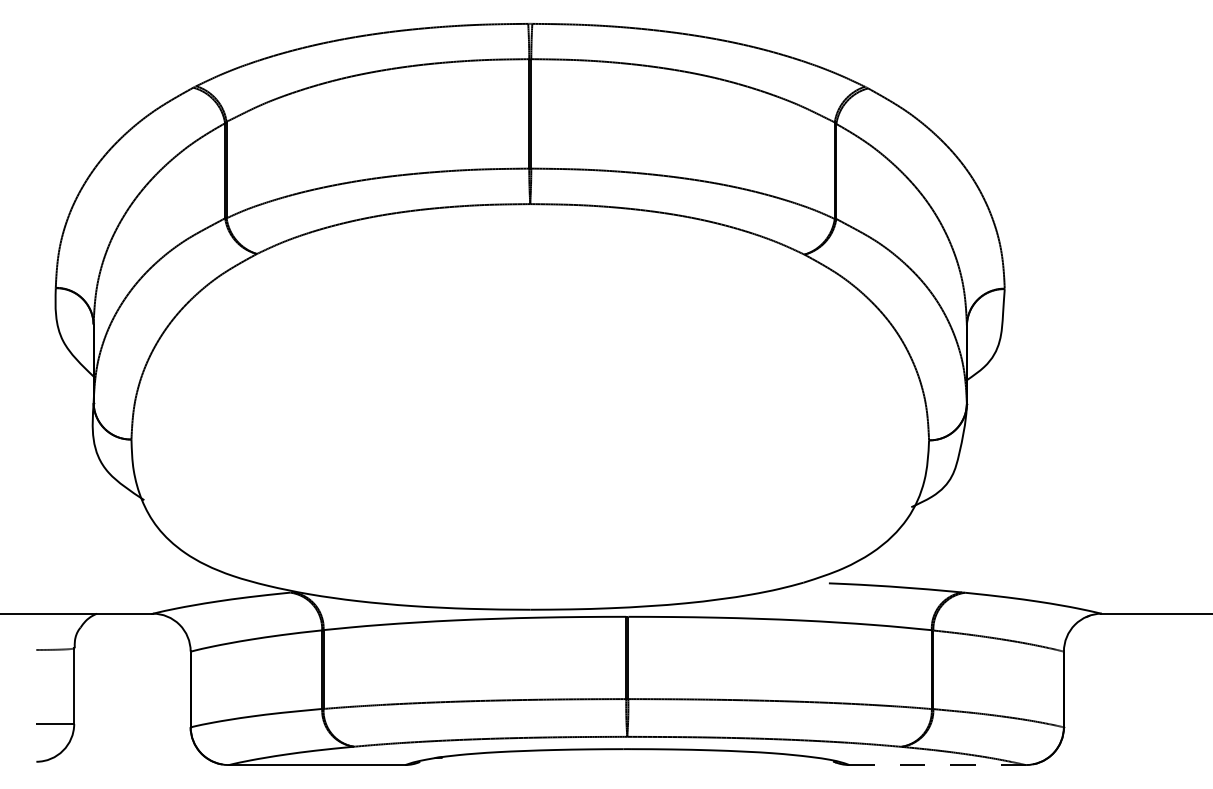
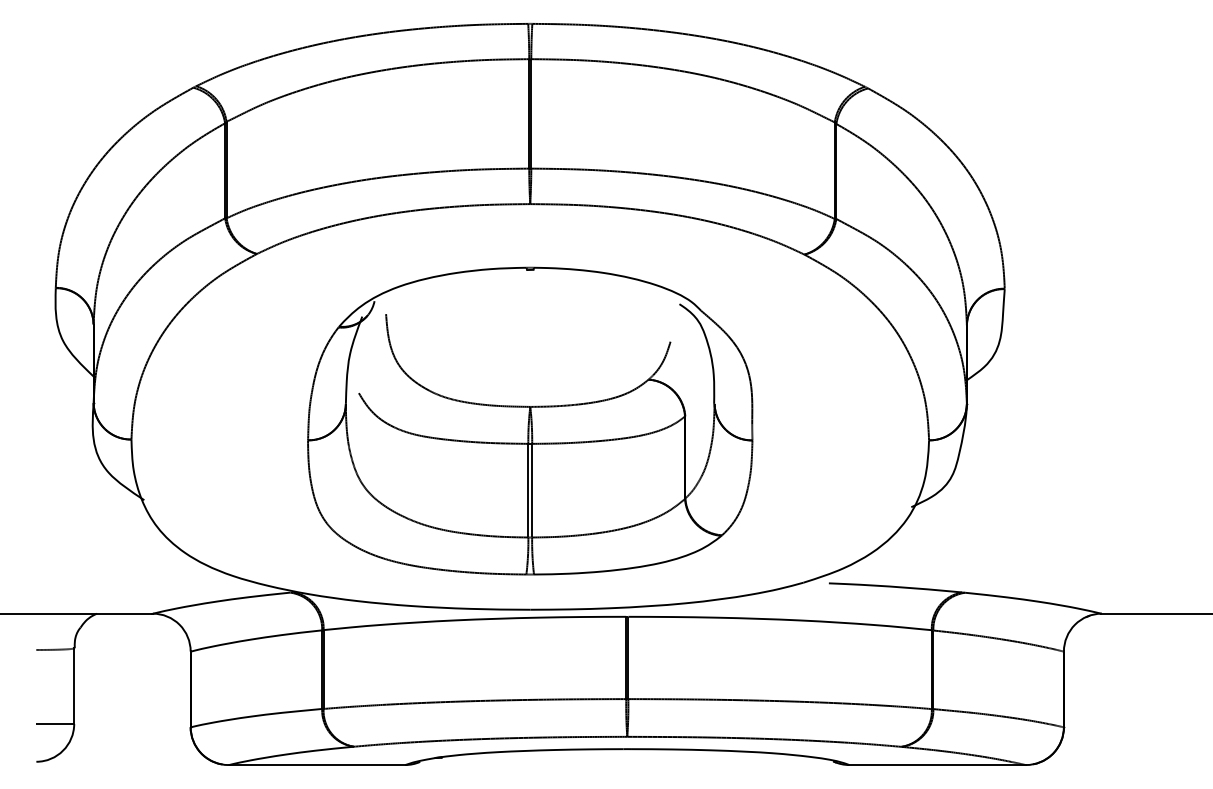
part at (530, 420): none -> present
line at (938, 765): dashed -> solid
